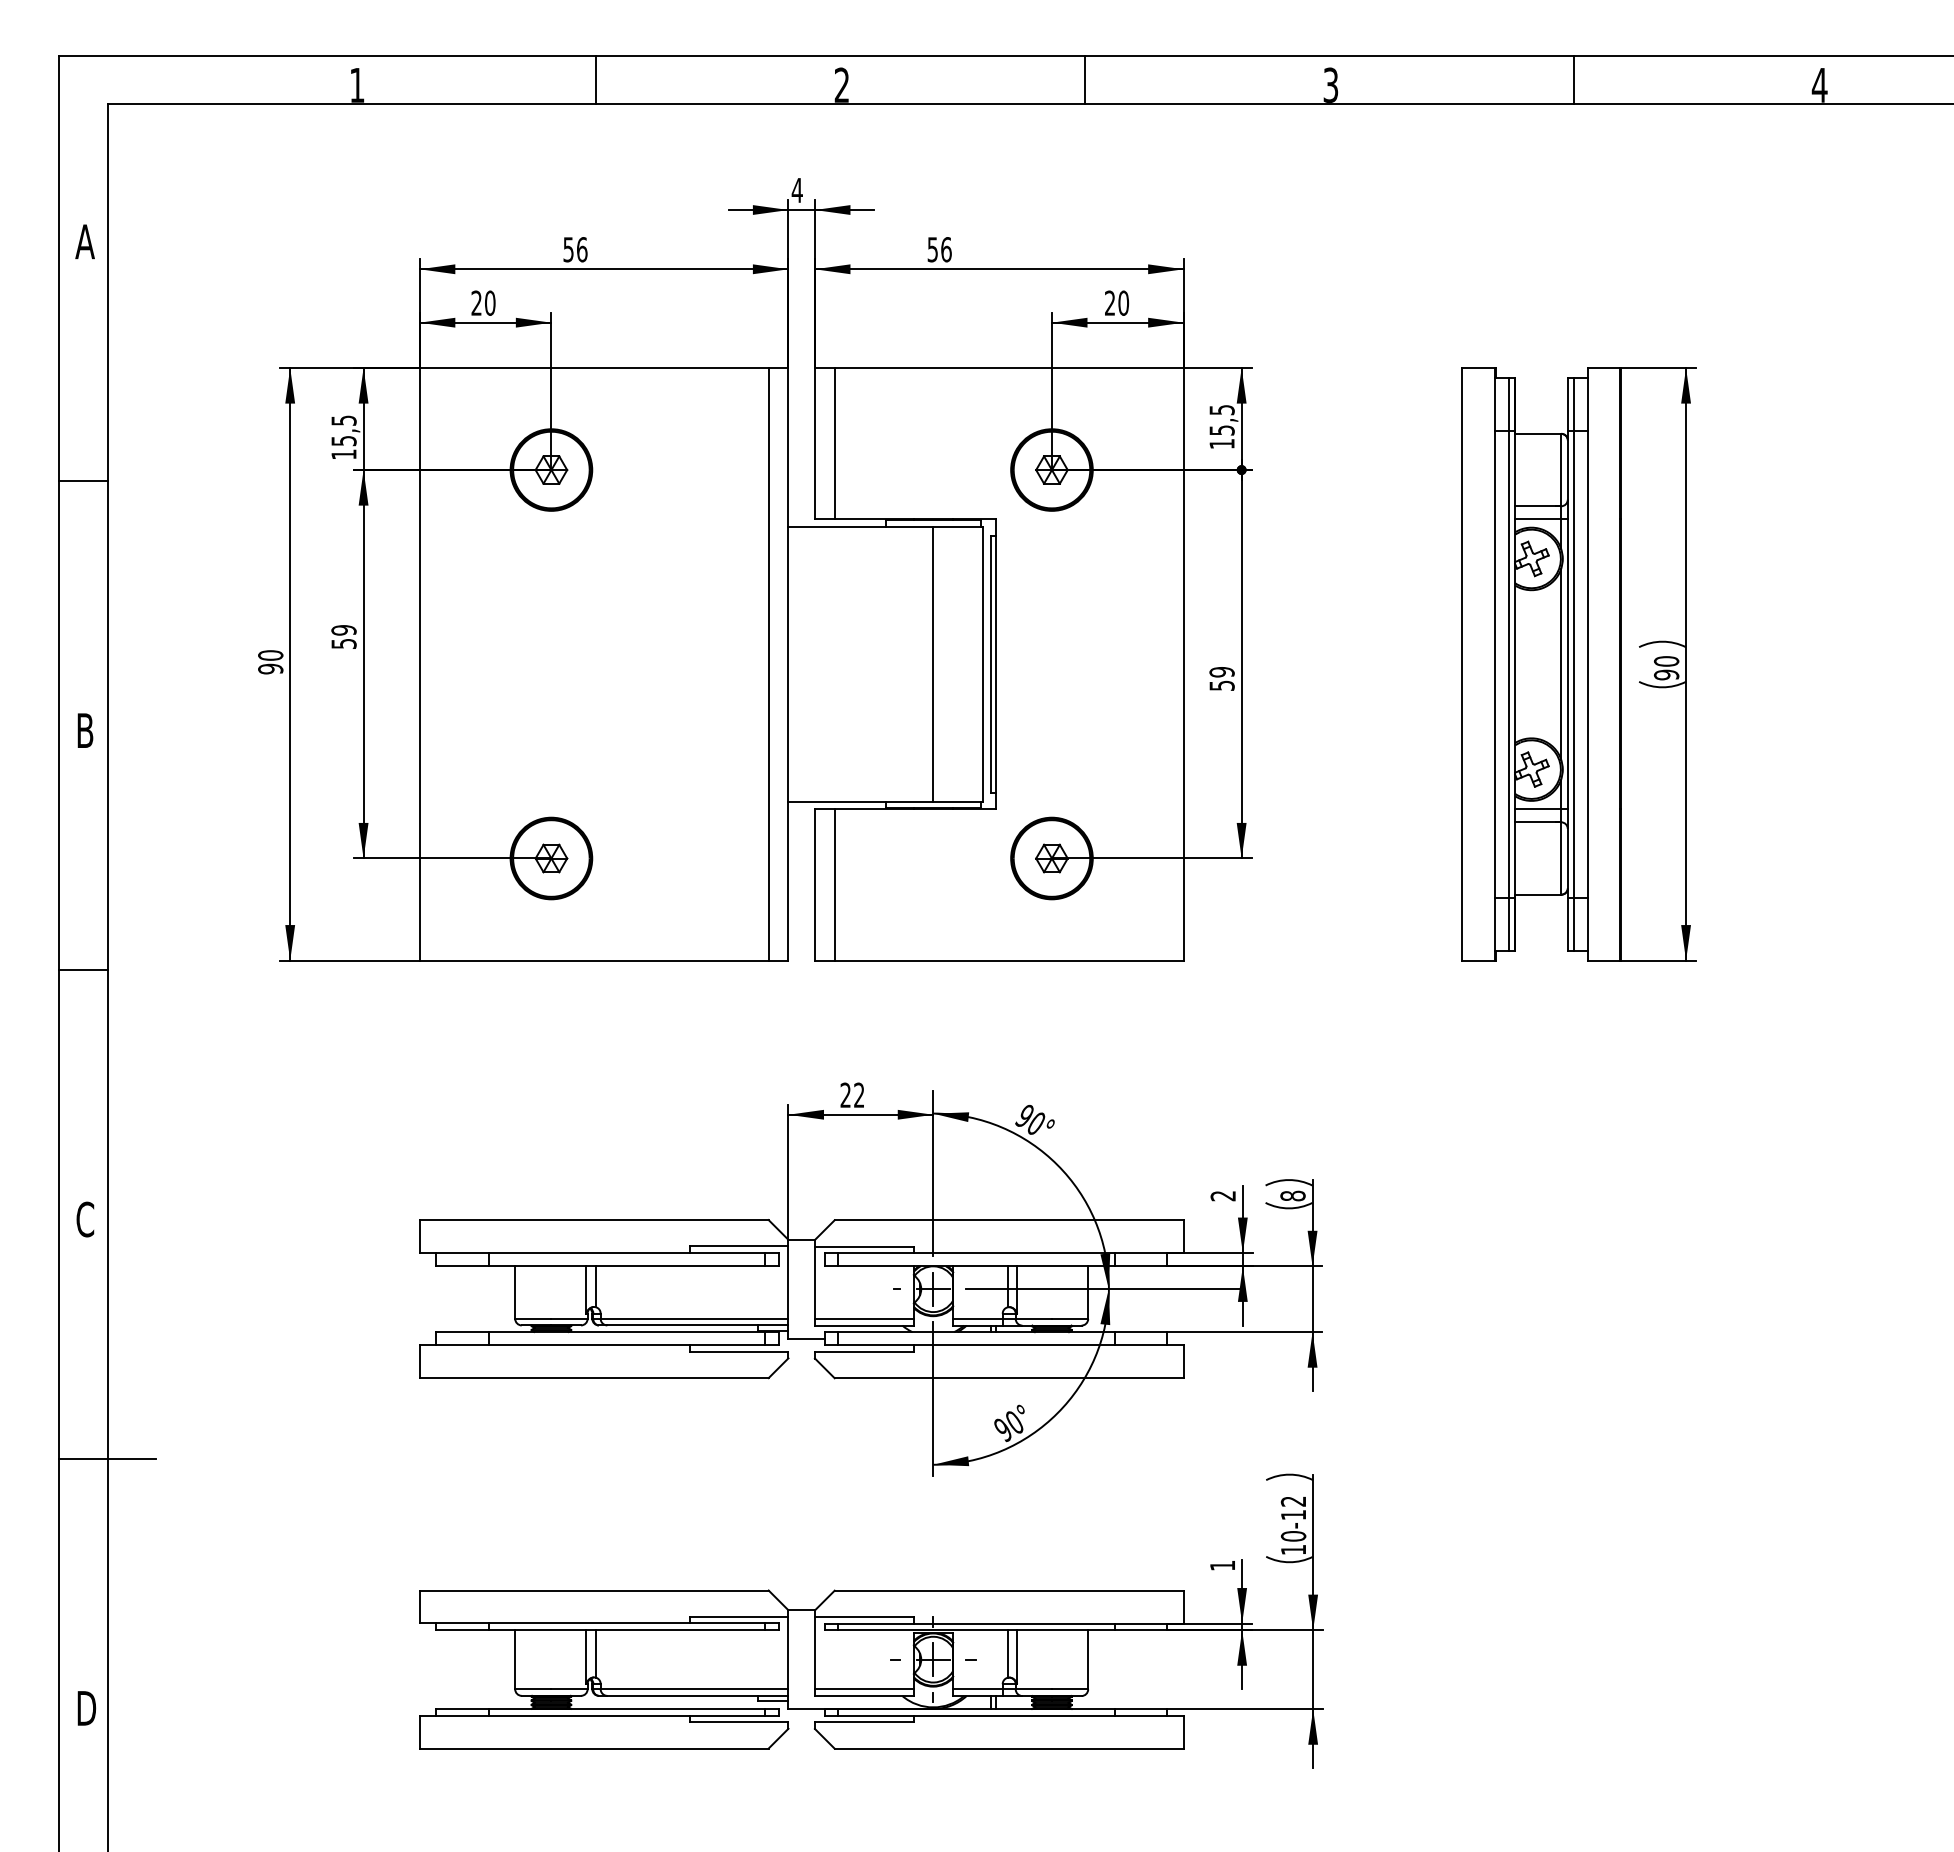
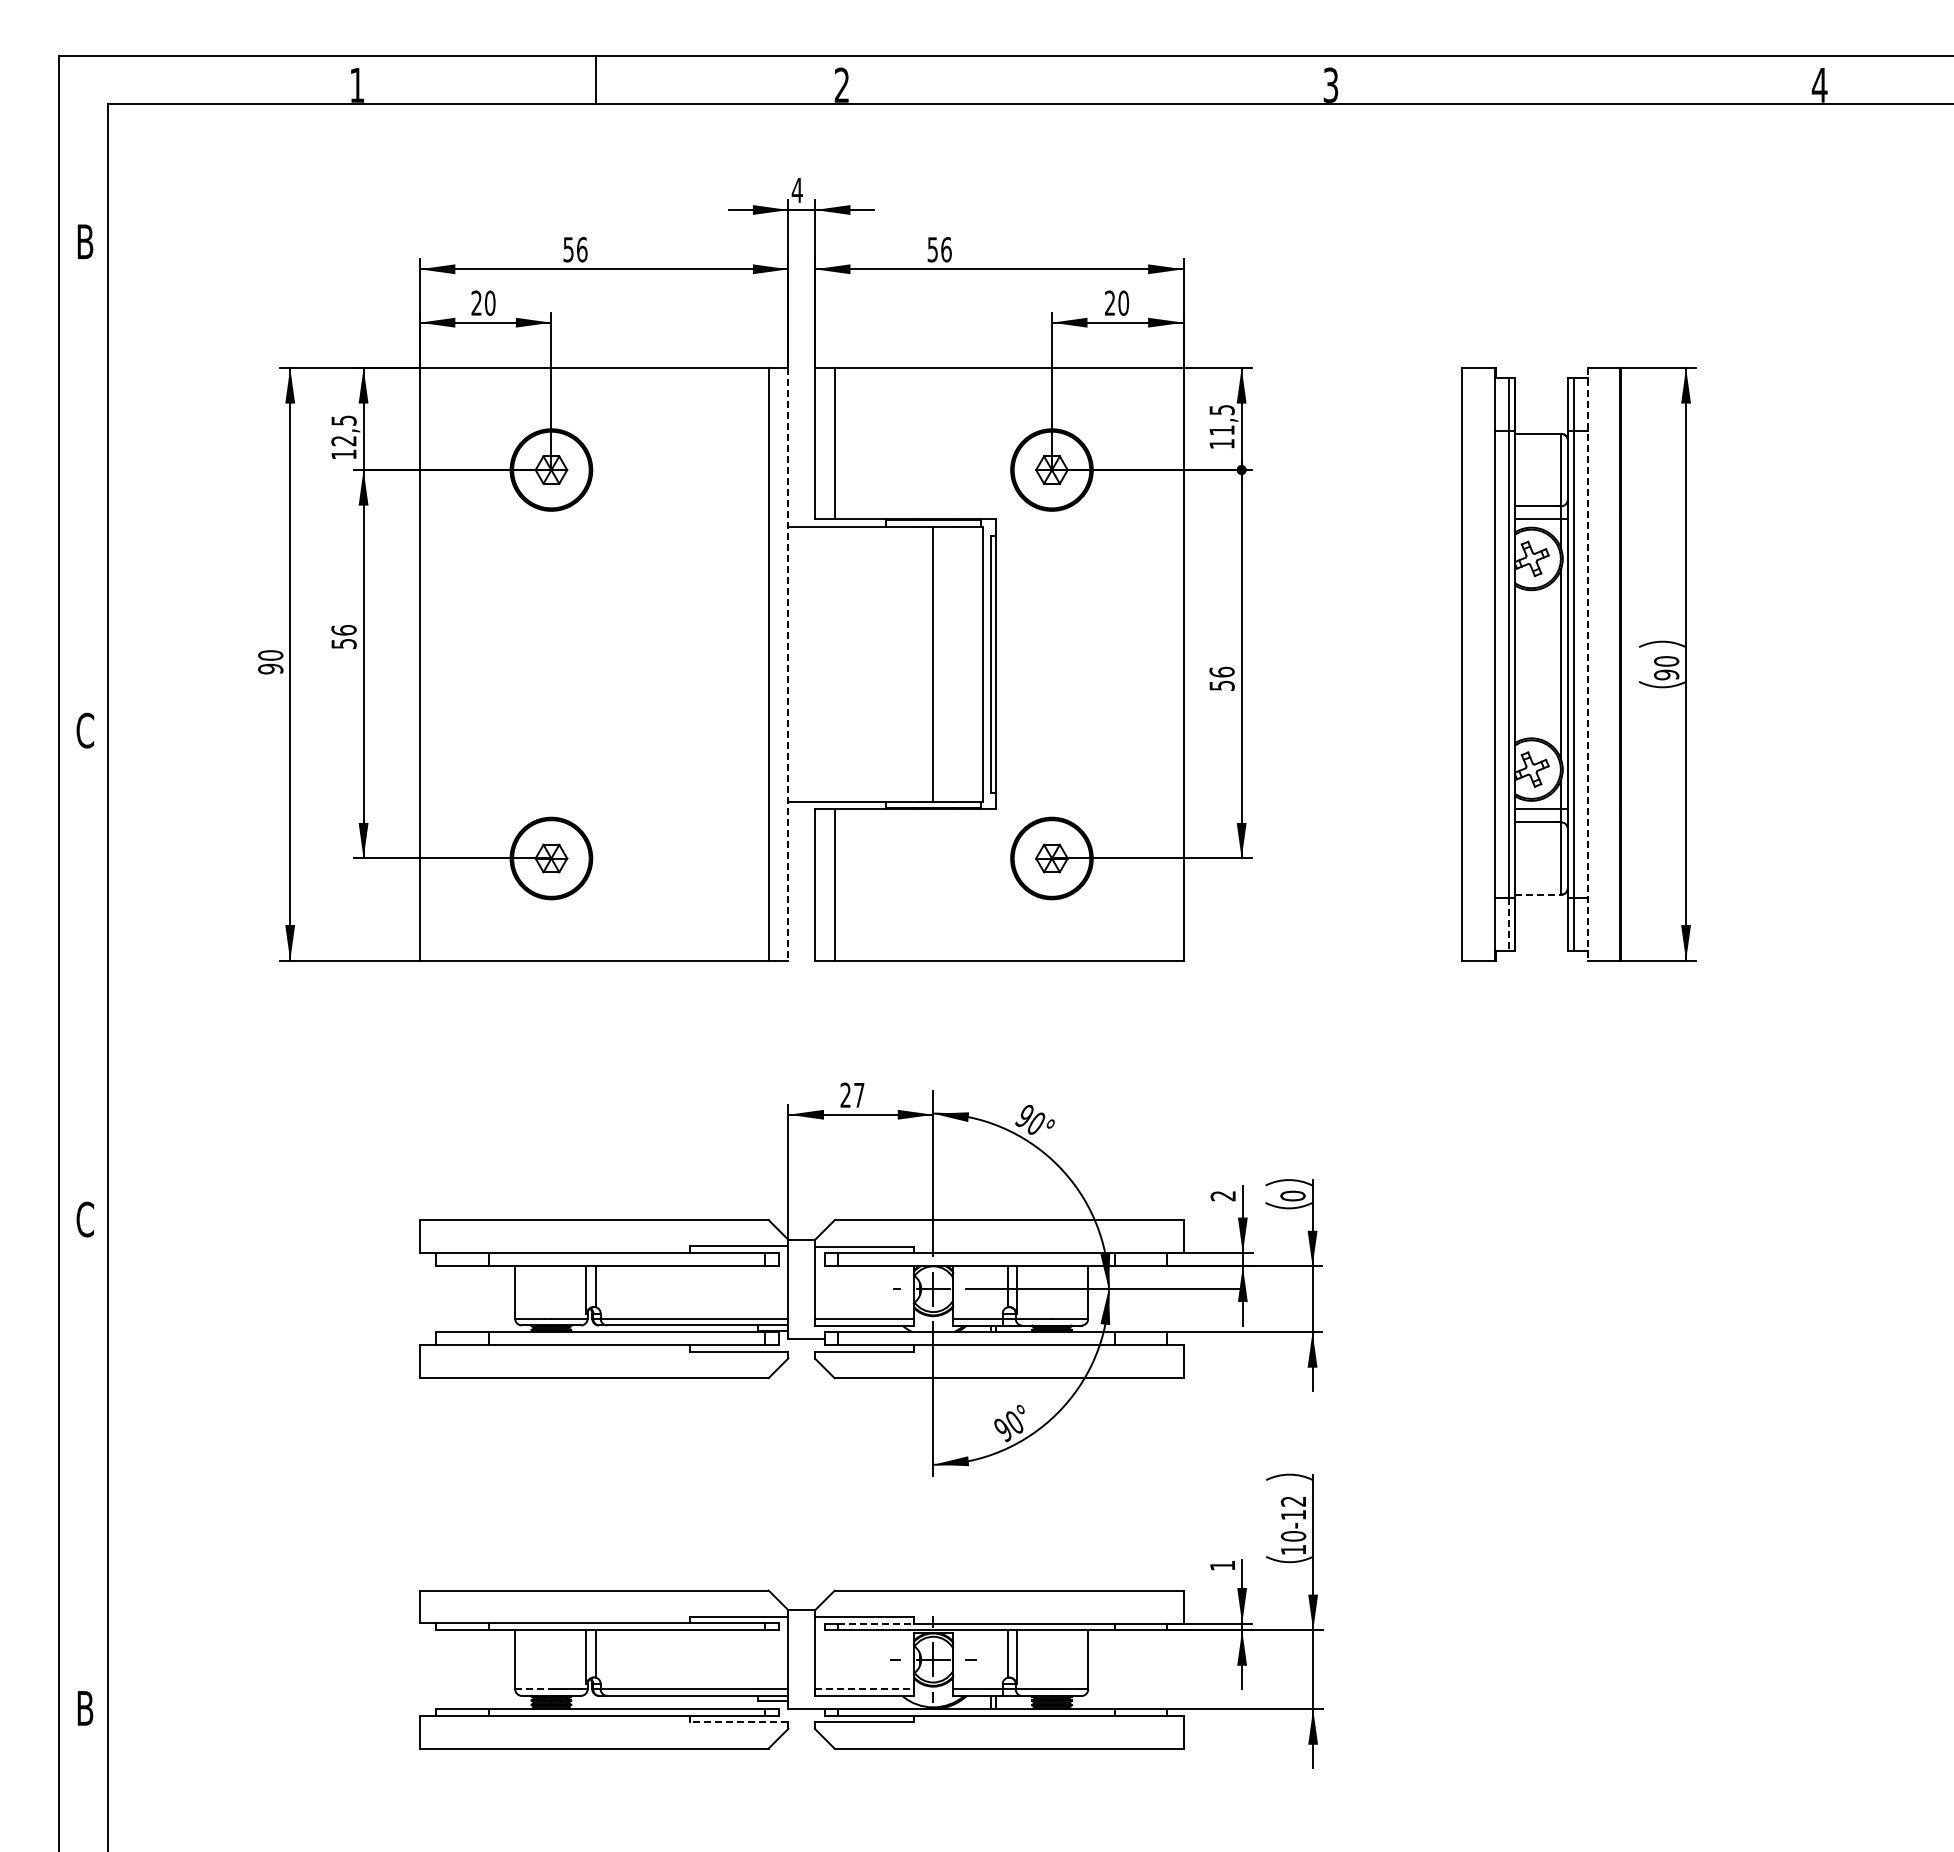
line at (1085, 79): present -> none
line at (1574, 79): present -> none
text at (84, 241): A -> B
text at (1221, 430): 15,5 -> 11,5
text at (343, 441): 15,5 -> 12,5
line at (82, 480): present -> none
text at (343, 629): 59 -> 56
line at (788, 664): solid -> dashed
line at (1587, 664): solid -> dashed
text at (1221, 671): 59 -> 56
text at (85, 730): B -> C
line at (1538, 894): solid -> dashed
line at (1508, 924): solid -> dashed
line at (82, 969): present -> none
text at (859, 1094): 22 -> 27
text at (1292, 1195): 8 -> 0
line at (107, 1458): present -> none
line at (875, 1623): solid -> dashed
line at (533, 1689): solid -> dashed
line at (864, 1689): solid -> dashed
text at (88, 1708): D -> B
line at (738, 1722): solid -> dashed
